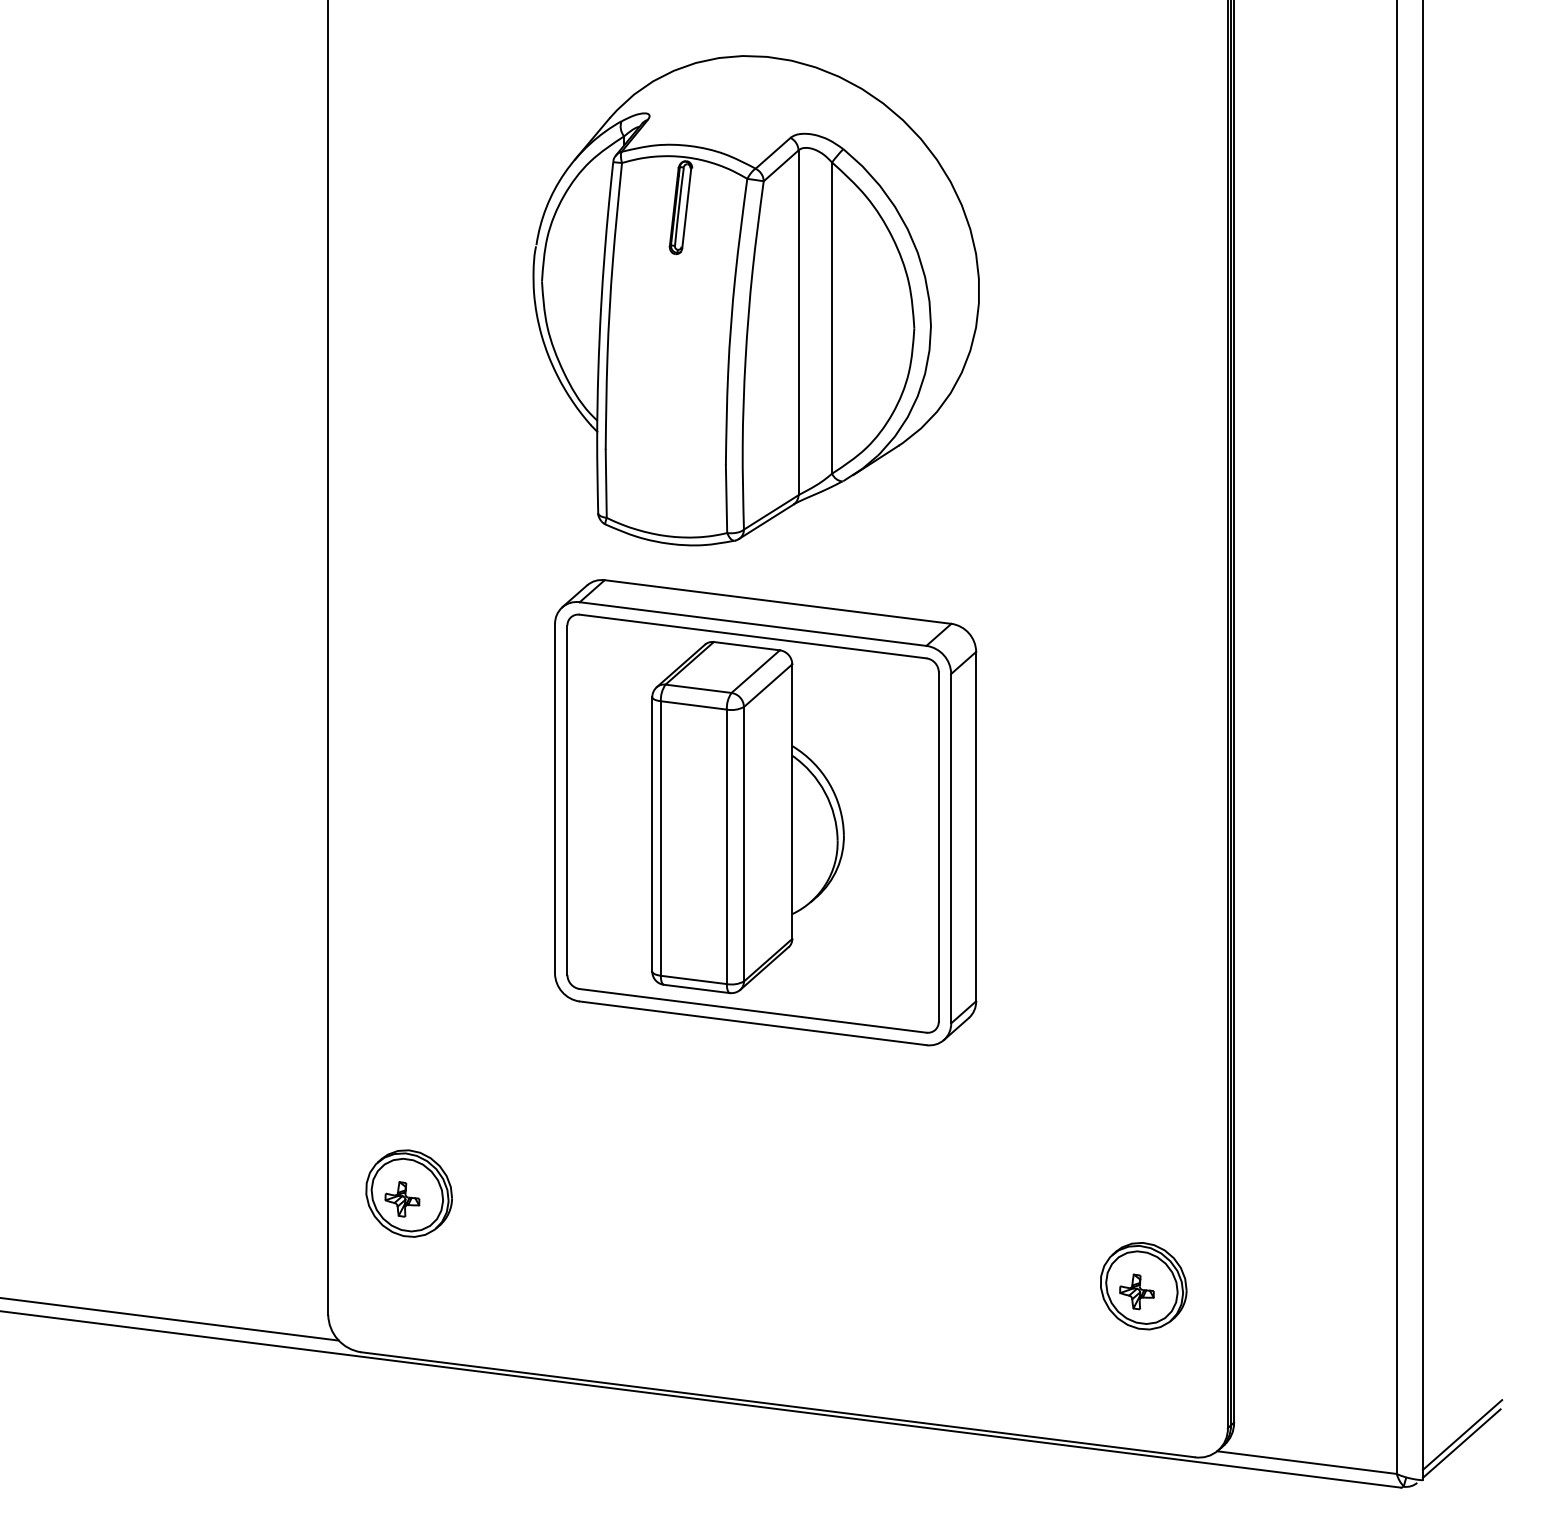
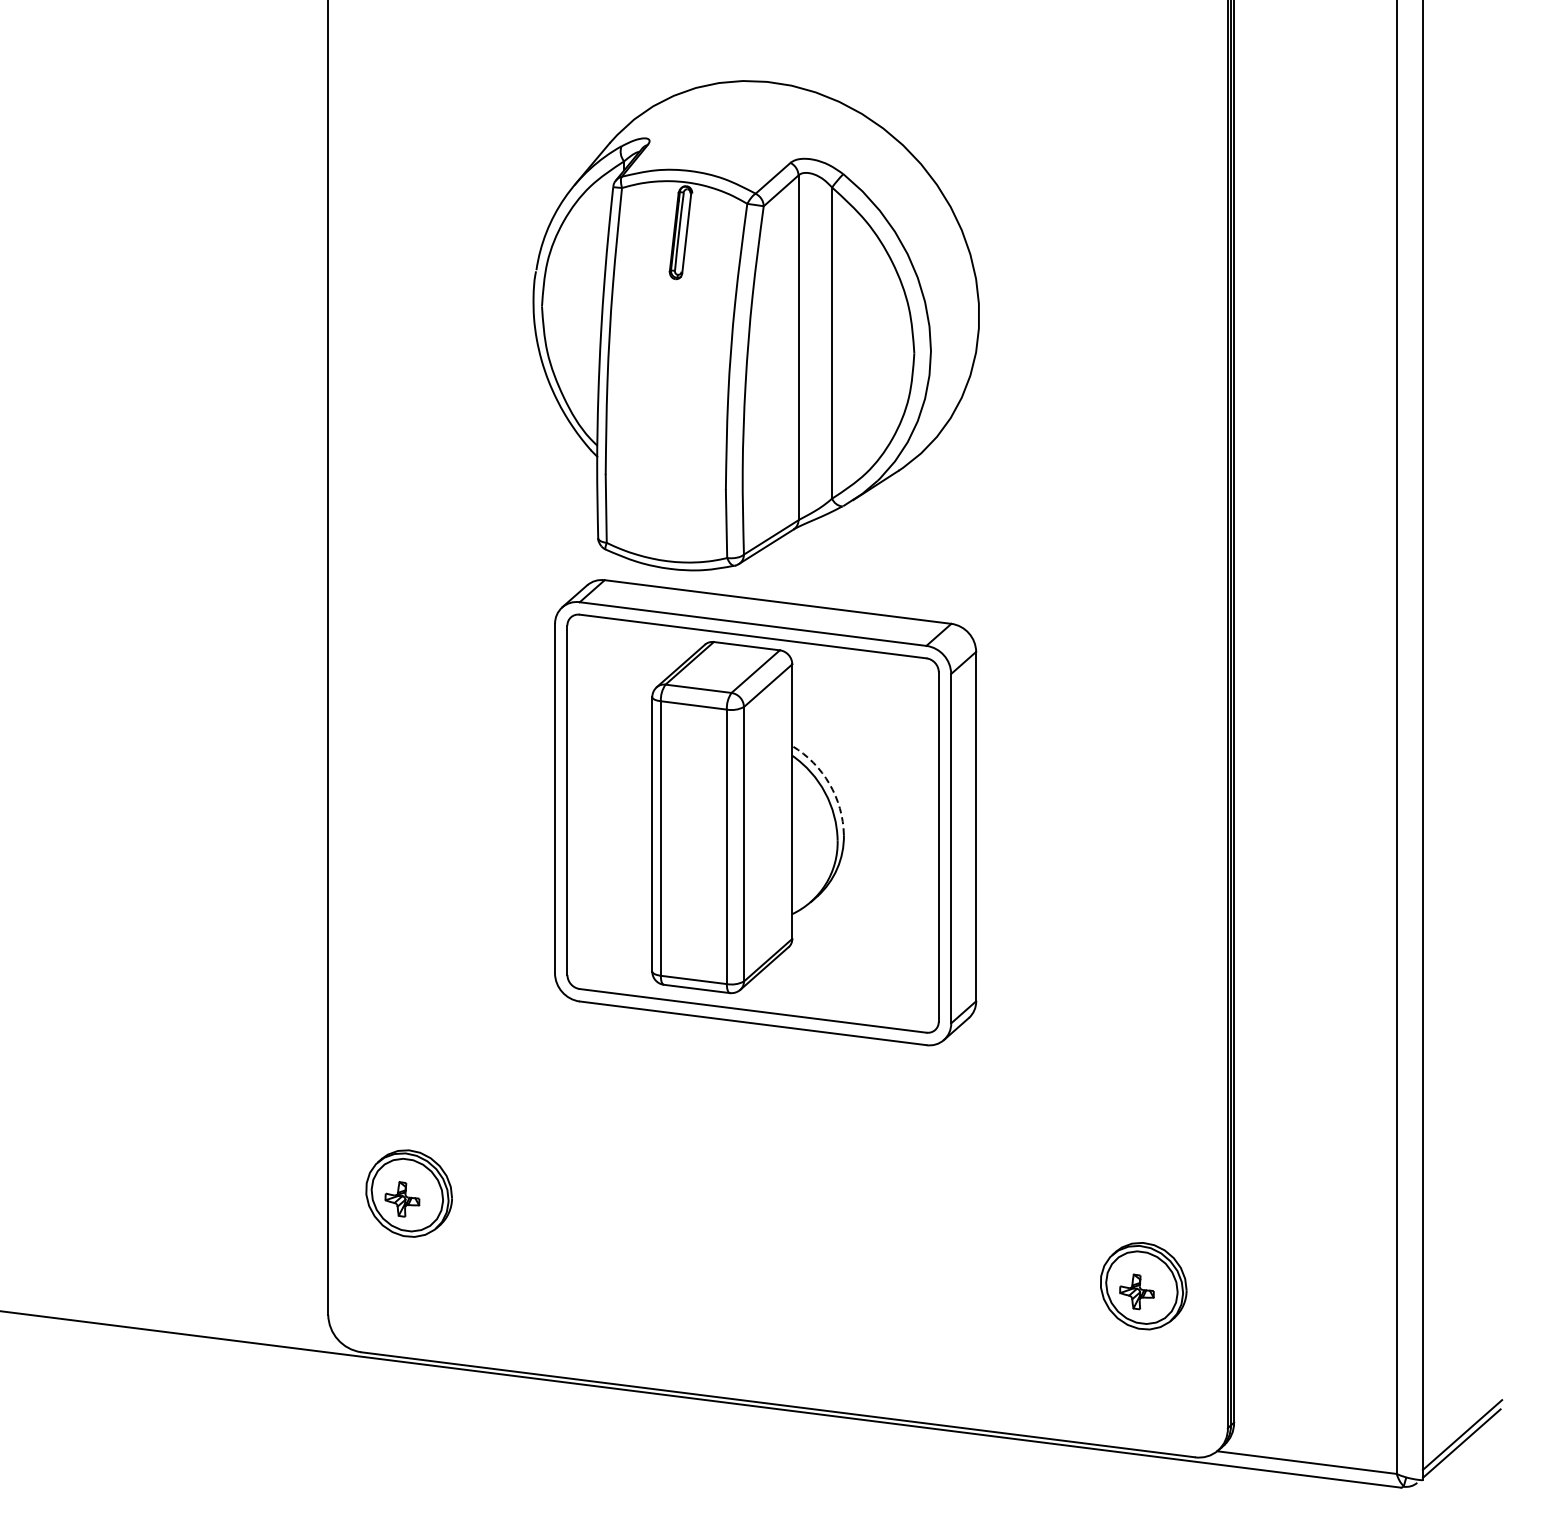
part at (755, 300) position: (755, 300) -> (755, 325)
arc at (829, 783): solid -> dashed
line at (170, 1319): present -> none
